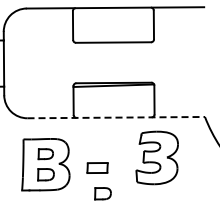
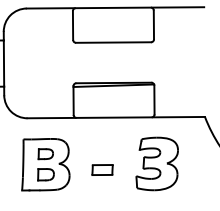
line at (116, 117): dashed -> solid
part at (156, 157) position: (156, 157) -> (156, 163)
part at (97, 167) position: (97, 167) -> (102, 169)
part at (102, 193): present -> none
